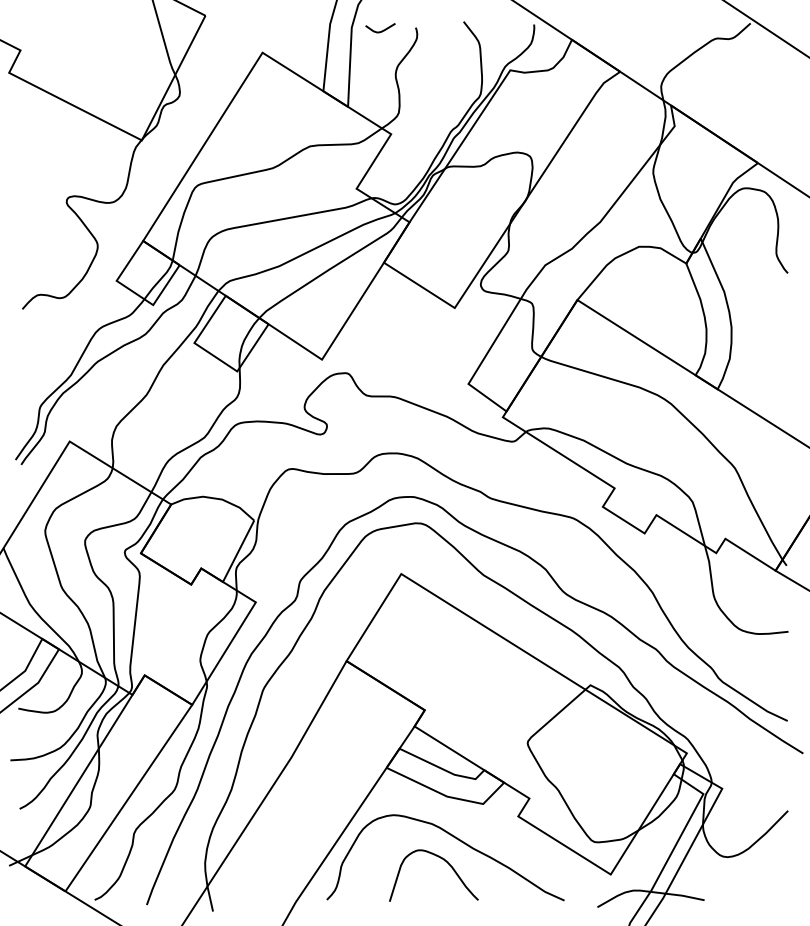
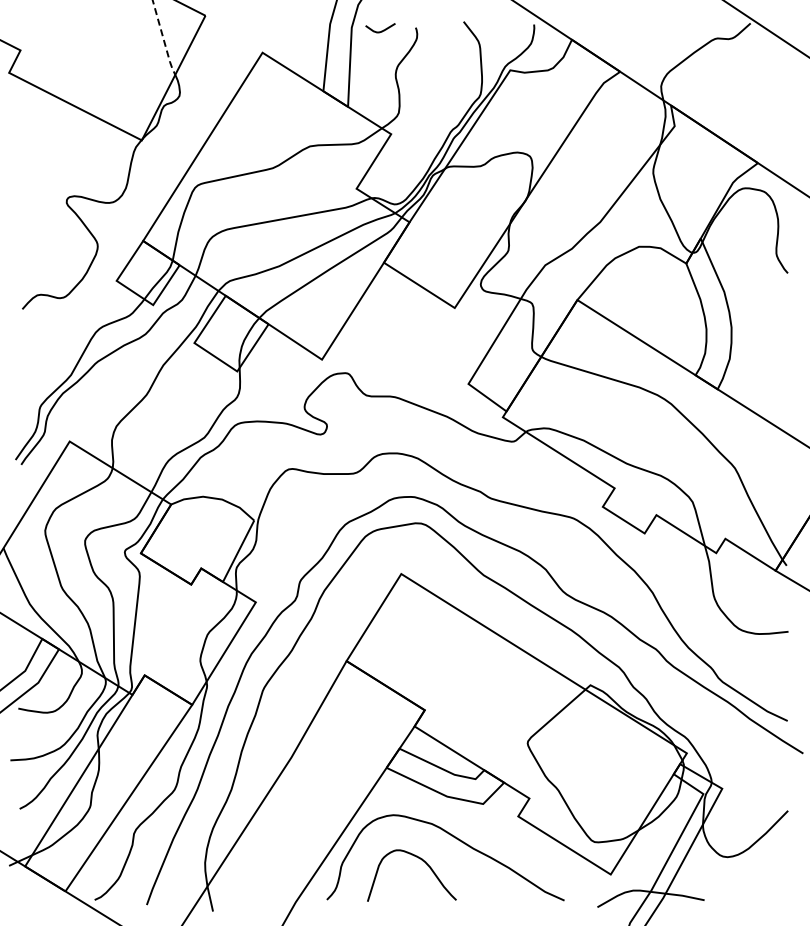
line at (163, 39): solid -> dashed
curve at (444, 861) position: (444, 861) -> (422, 861)
